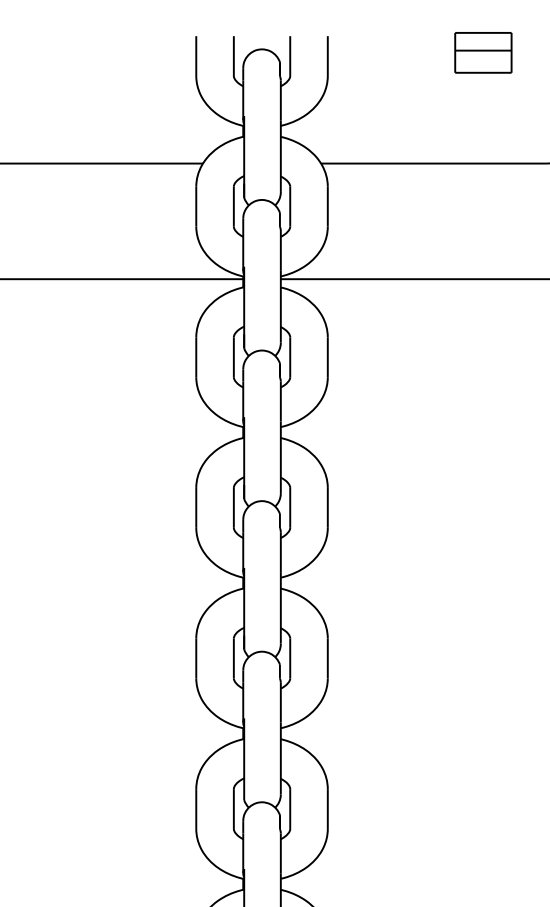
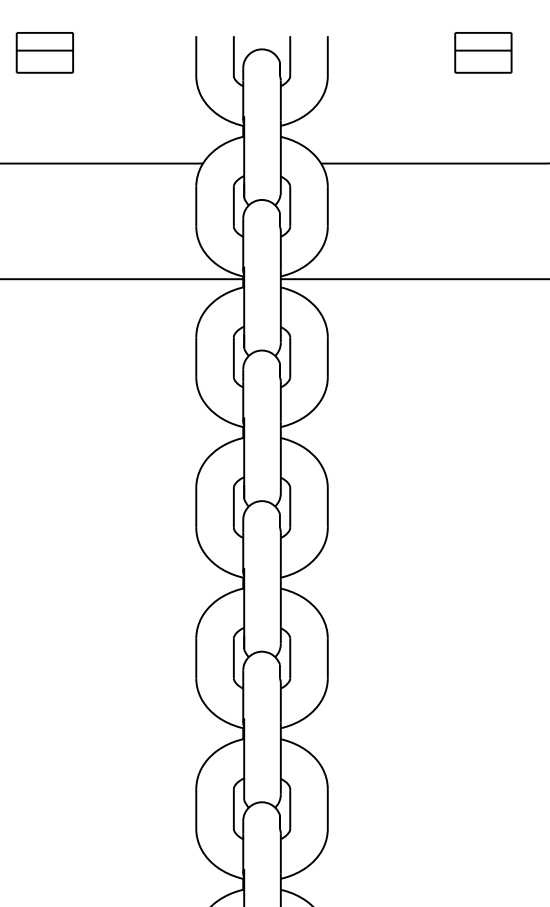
part at (44, 52): none -> present
